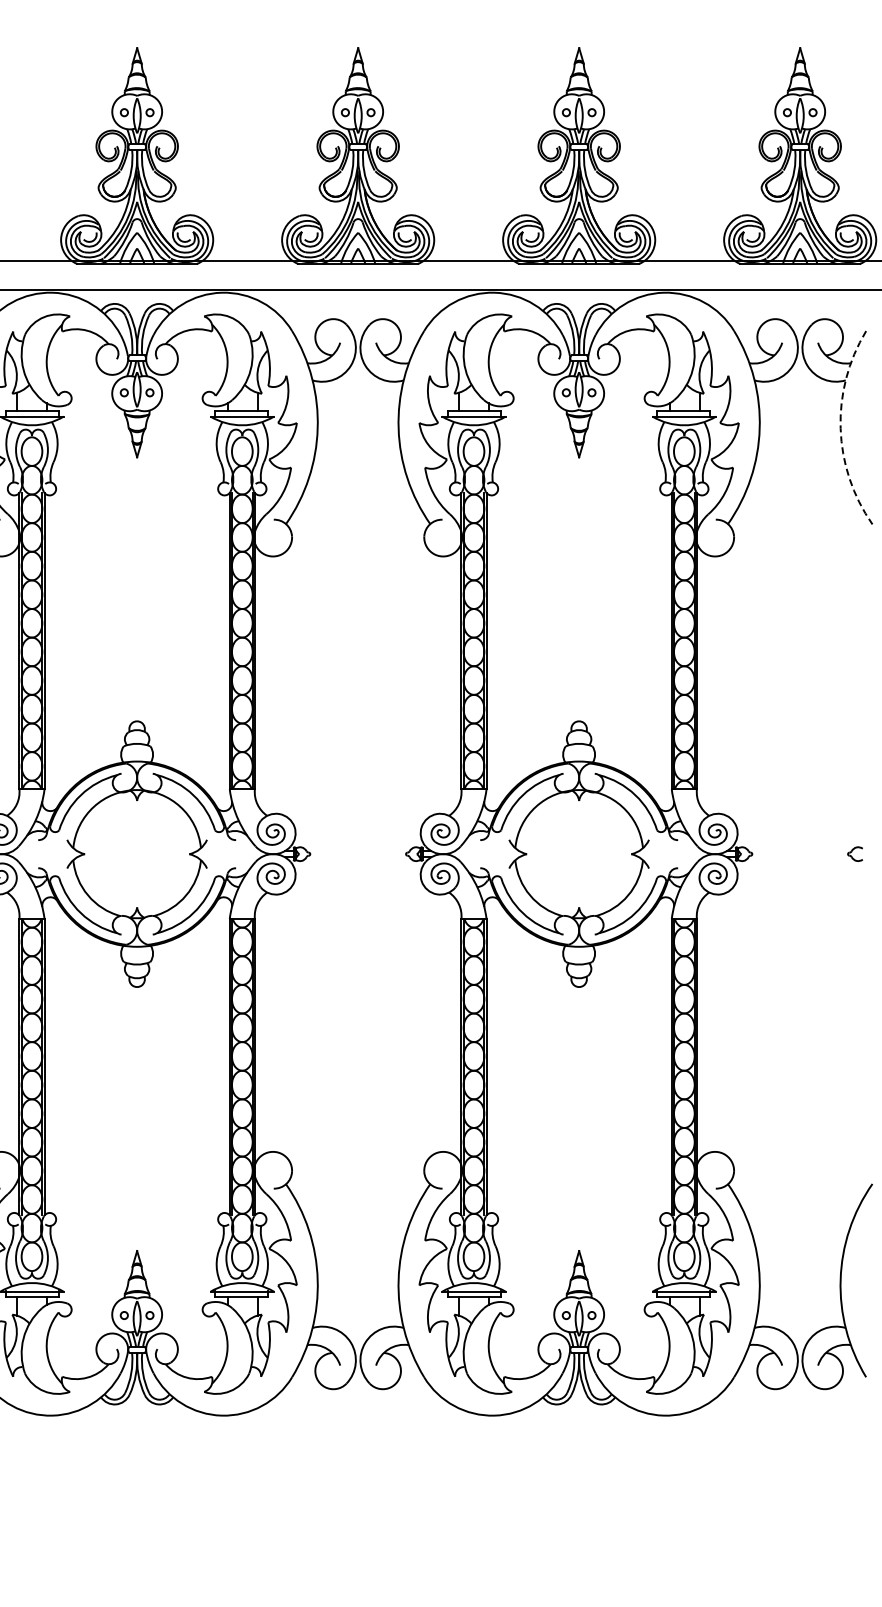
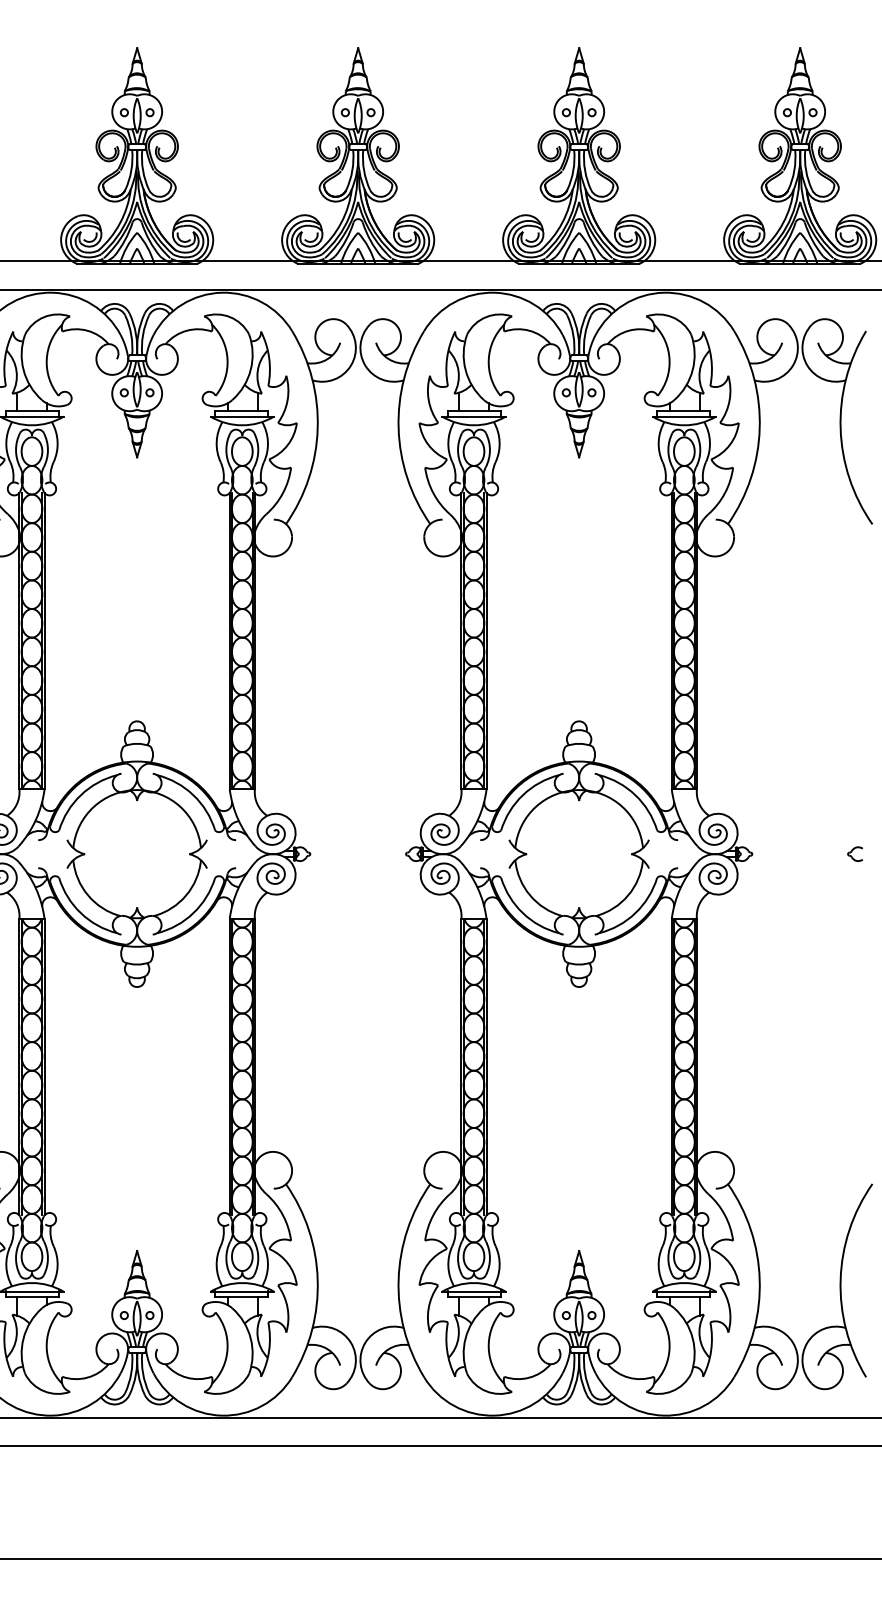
arc at (840, 428): dashed -> solid
line at (440, 1417): none -> present
line at (440, 1446): none -> present
line at (440, 1558): none -> present
